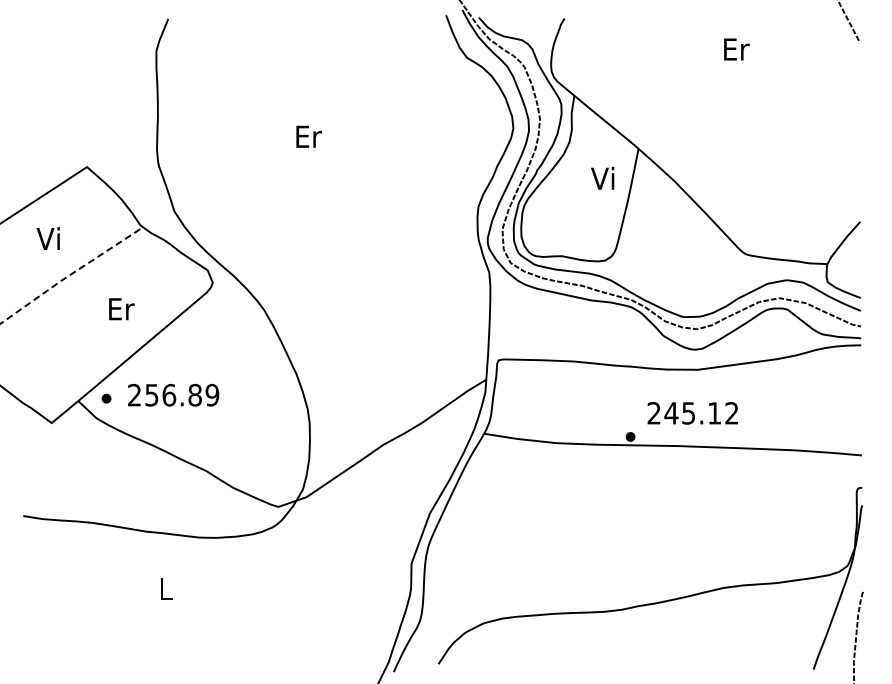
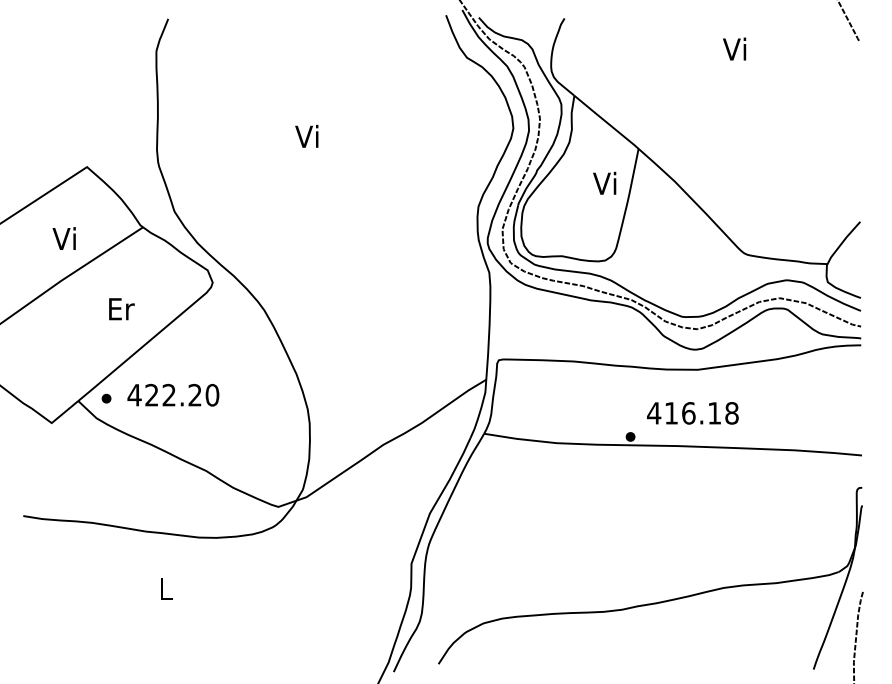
text at (736, 48): Er -> Vi
text at (308, 135): Er -> Vi
text at (602, 177) position: (602, 177) -> (604, 182)
text at (47, 238) position: (47, 238) -> (63, 238)
line at (70, 274): dashed -> solid
text at (173, 394): 256.89 -> 422.20
text at (692, 413): 245.12 -> 416.18
